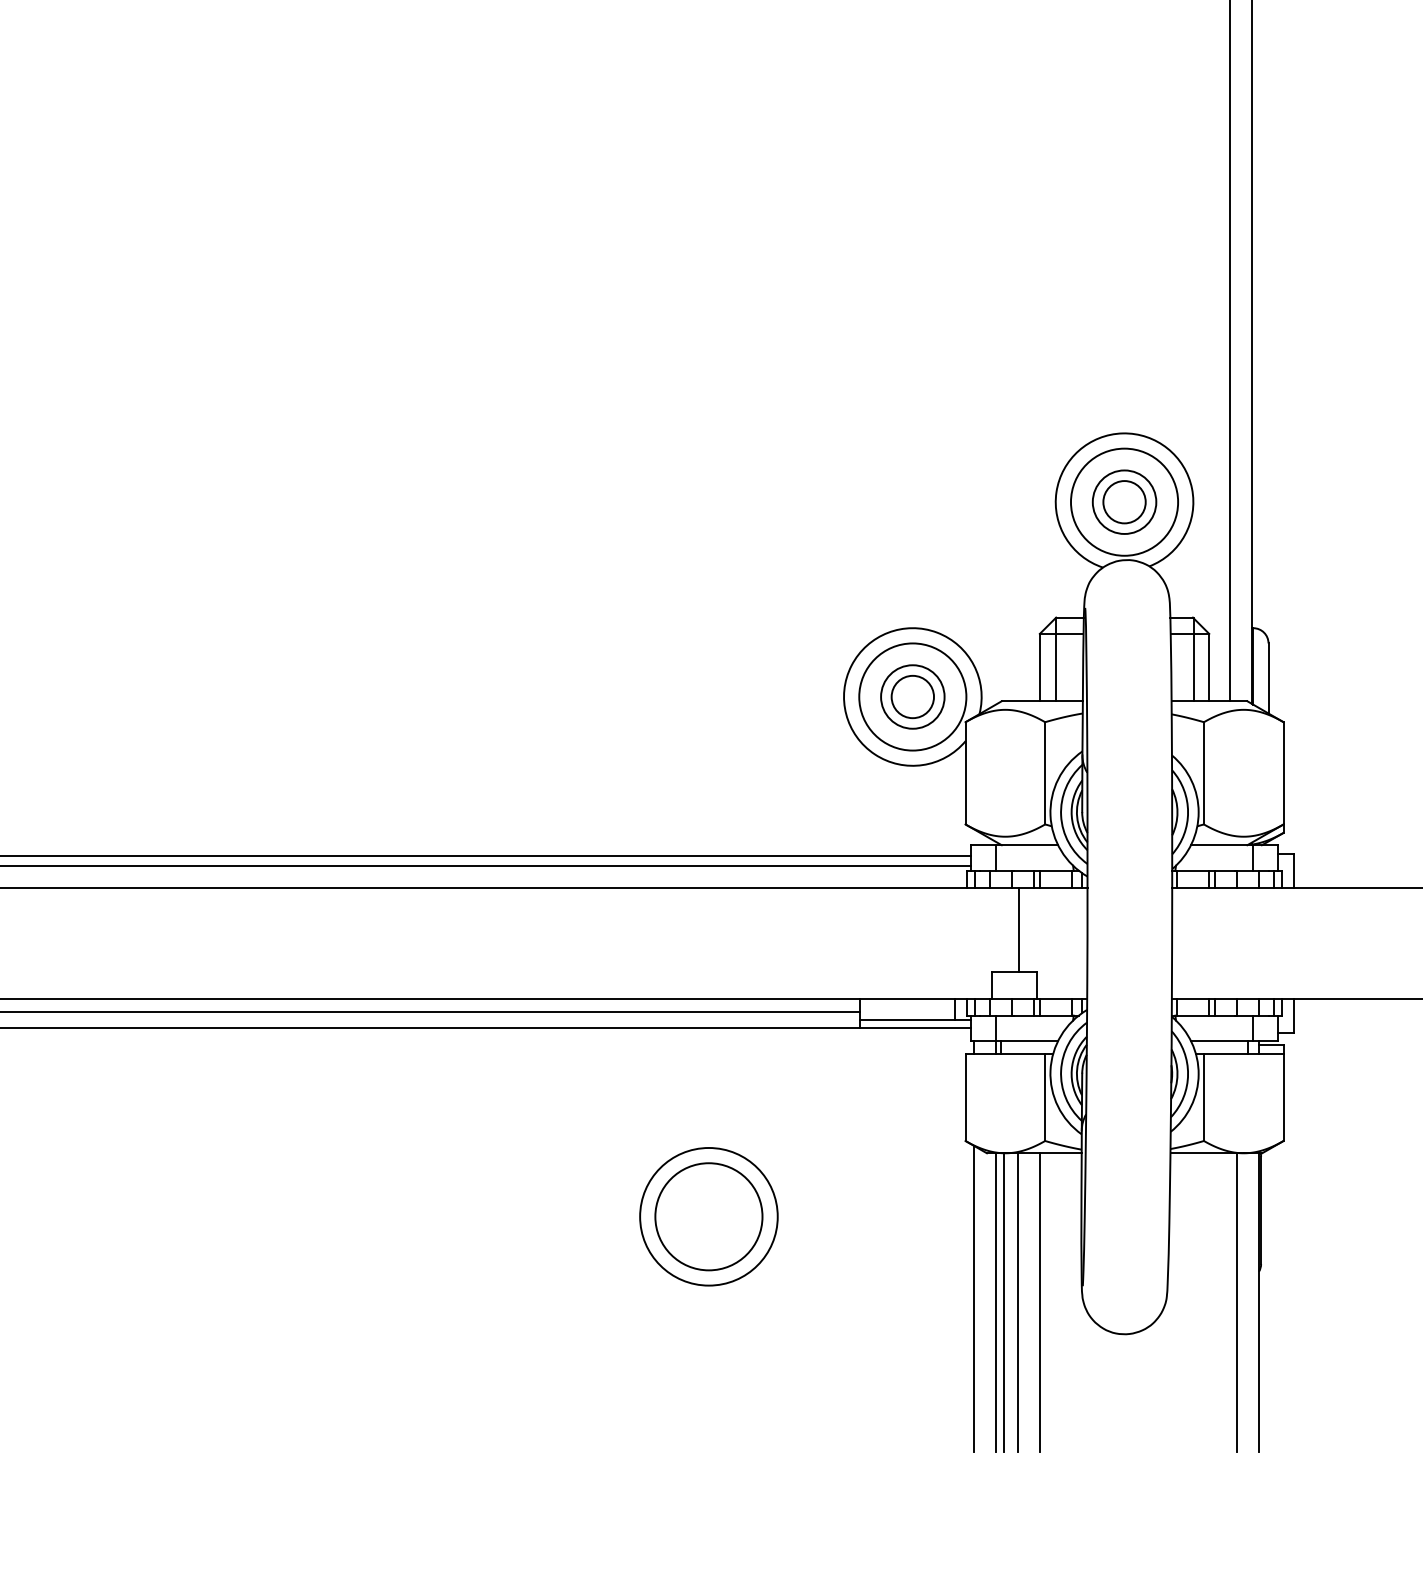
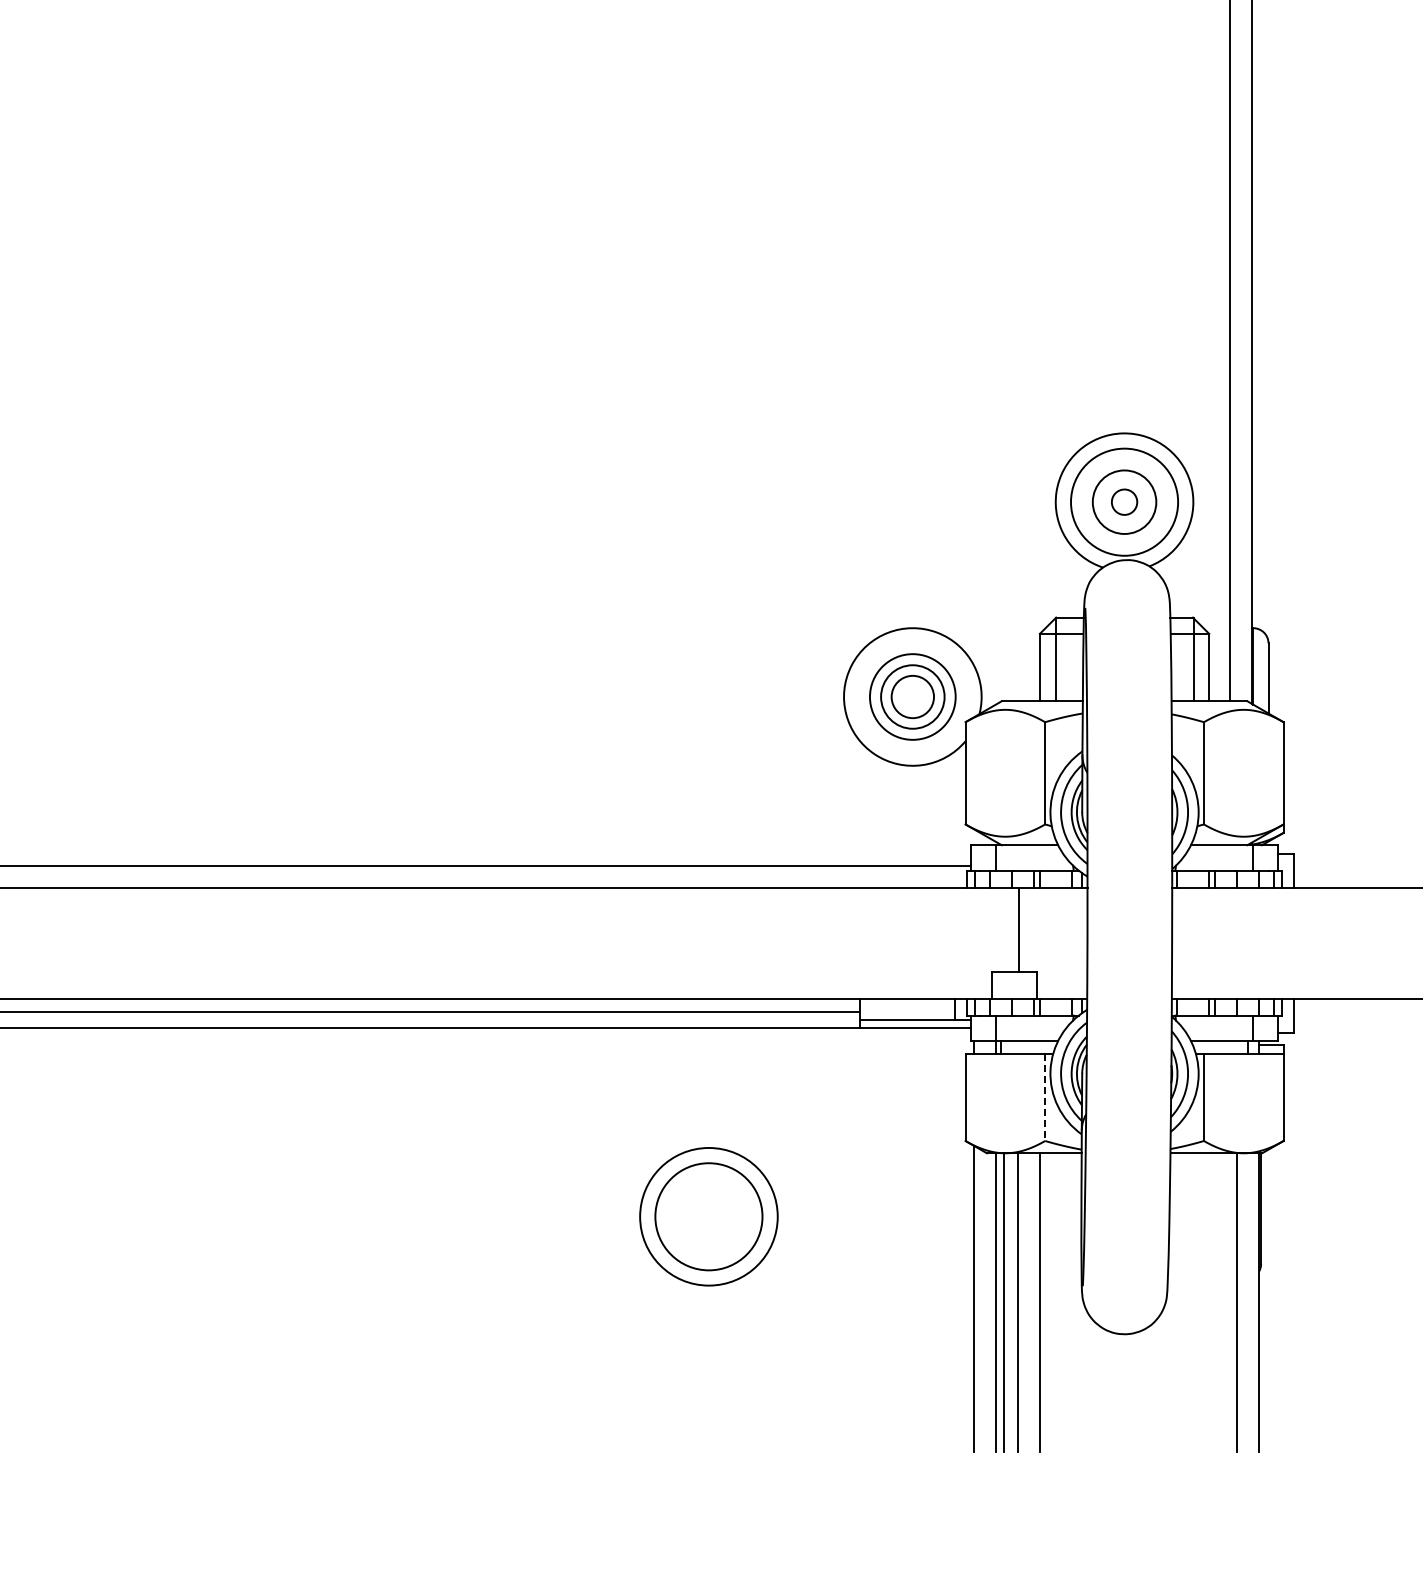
circle at (1124, 502) diameter: 42 px -> 25 px
circle at (912, 696) diameter: 107 px -> 86 px
line at (486, 855): present -> none
line at (1045, 1097): solid -> dashed
